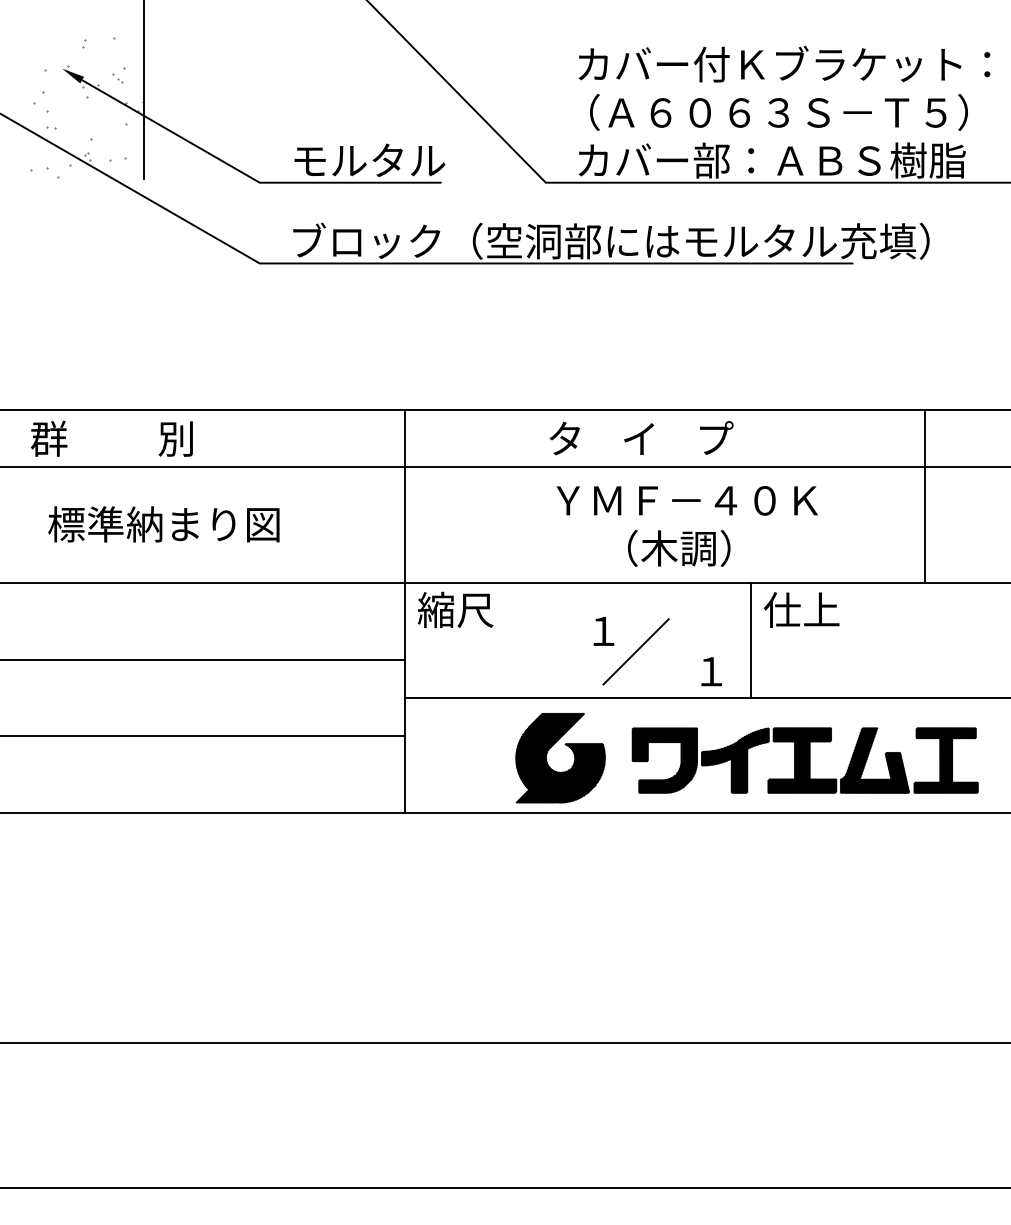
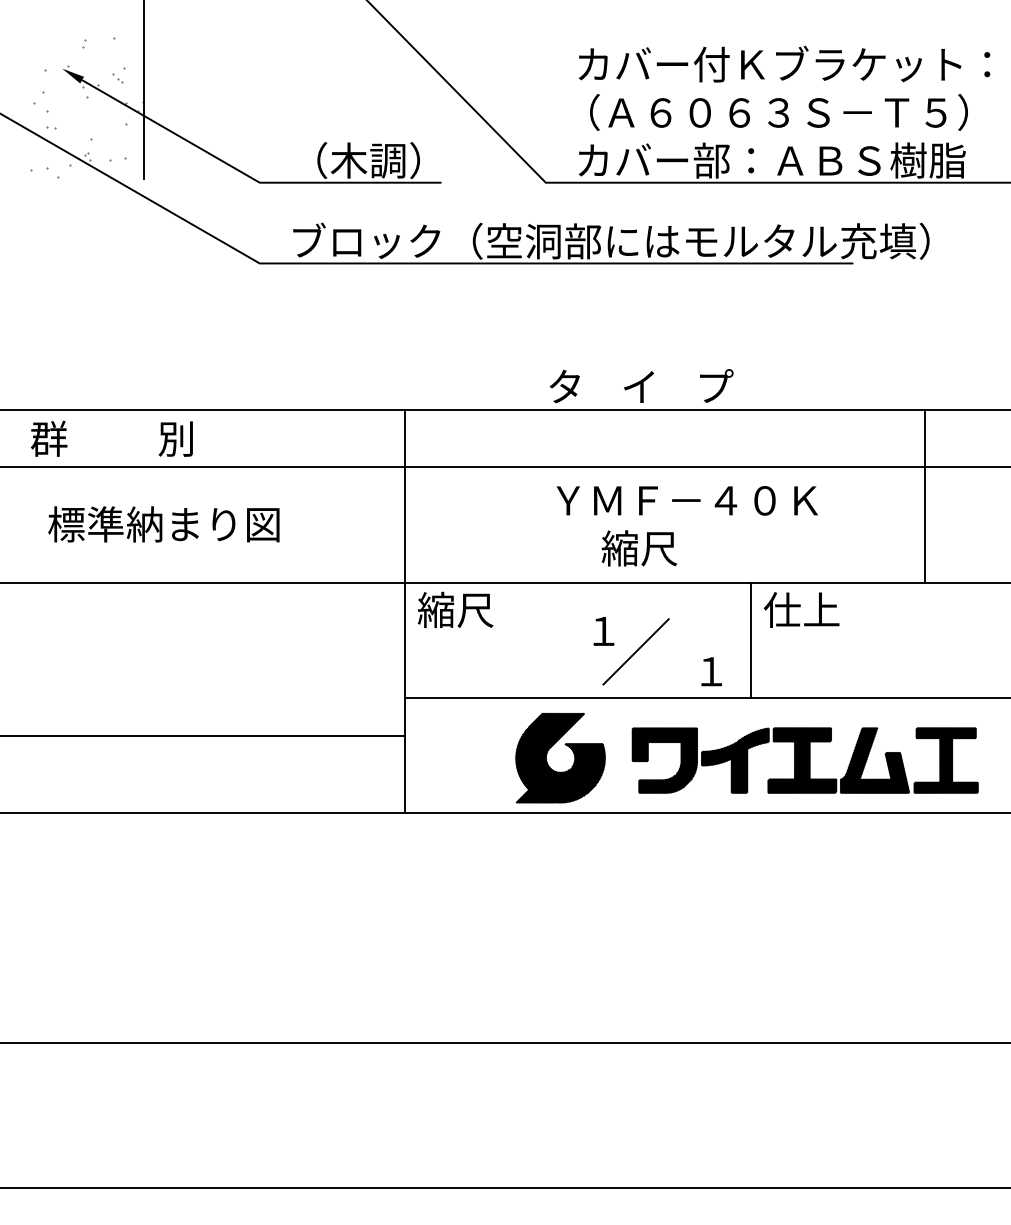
text at (369, 160): モルタル -> （木調）
text at (641, 438) position: (641, 438) -> (641, 386)
text at (665, 547): （木調） -> 縮尺
line at (203, 659): present -> none
